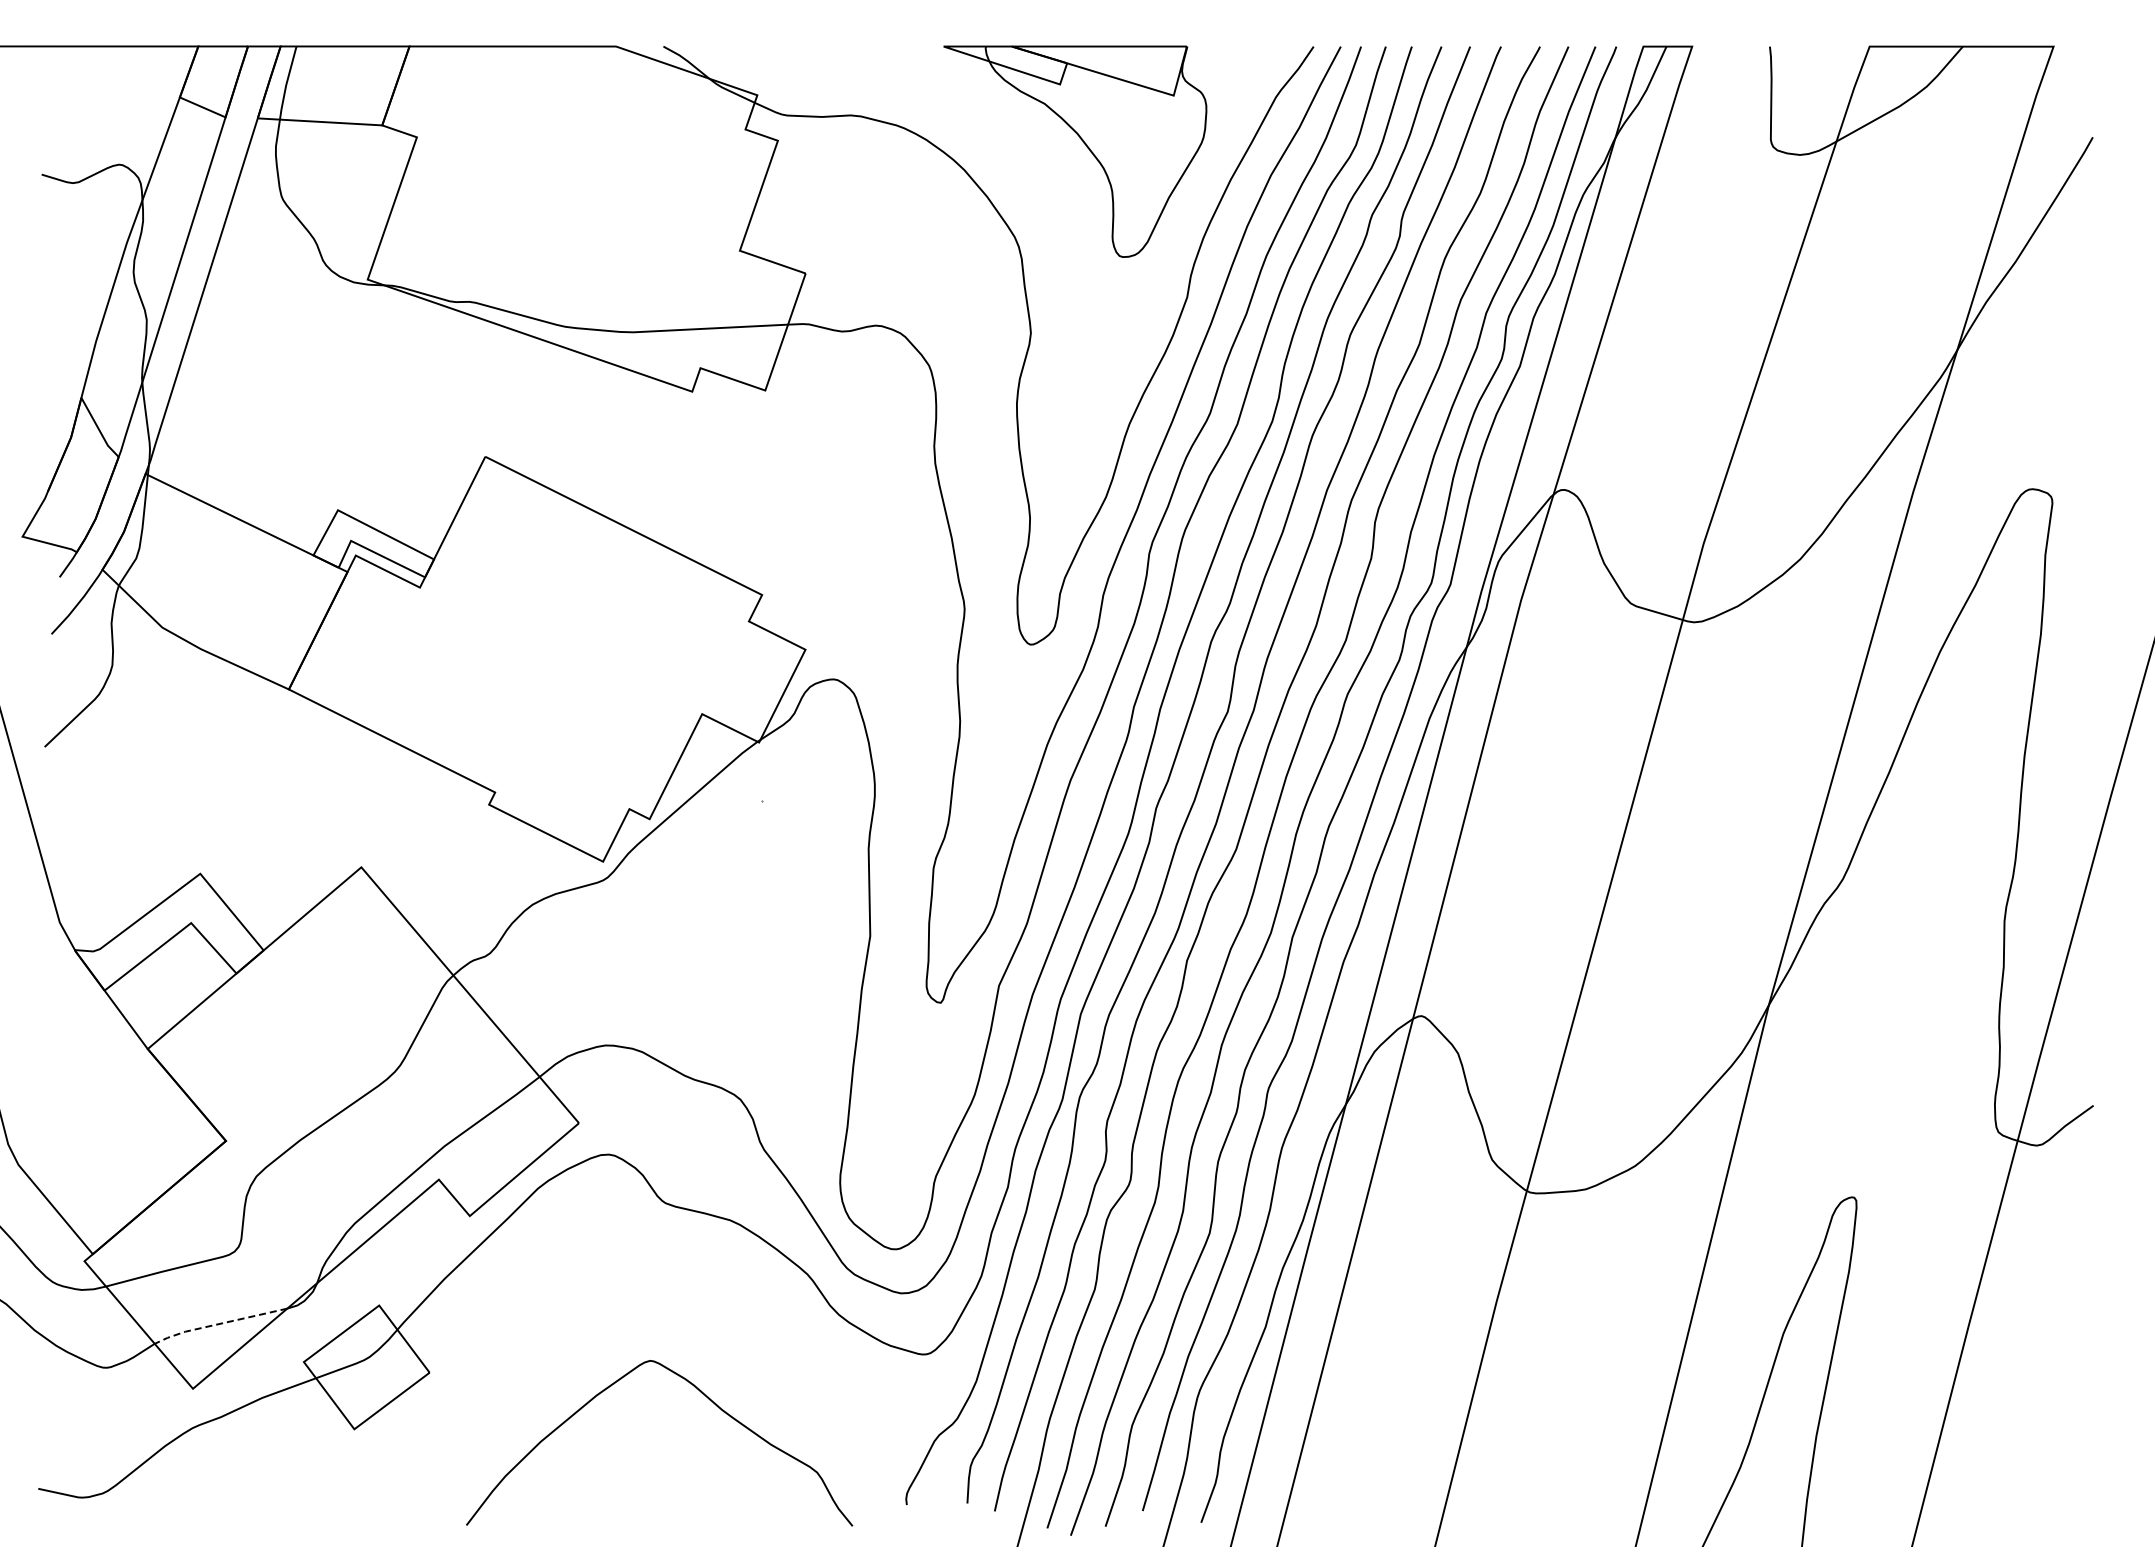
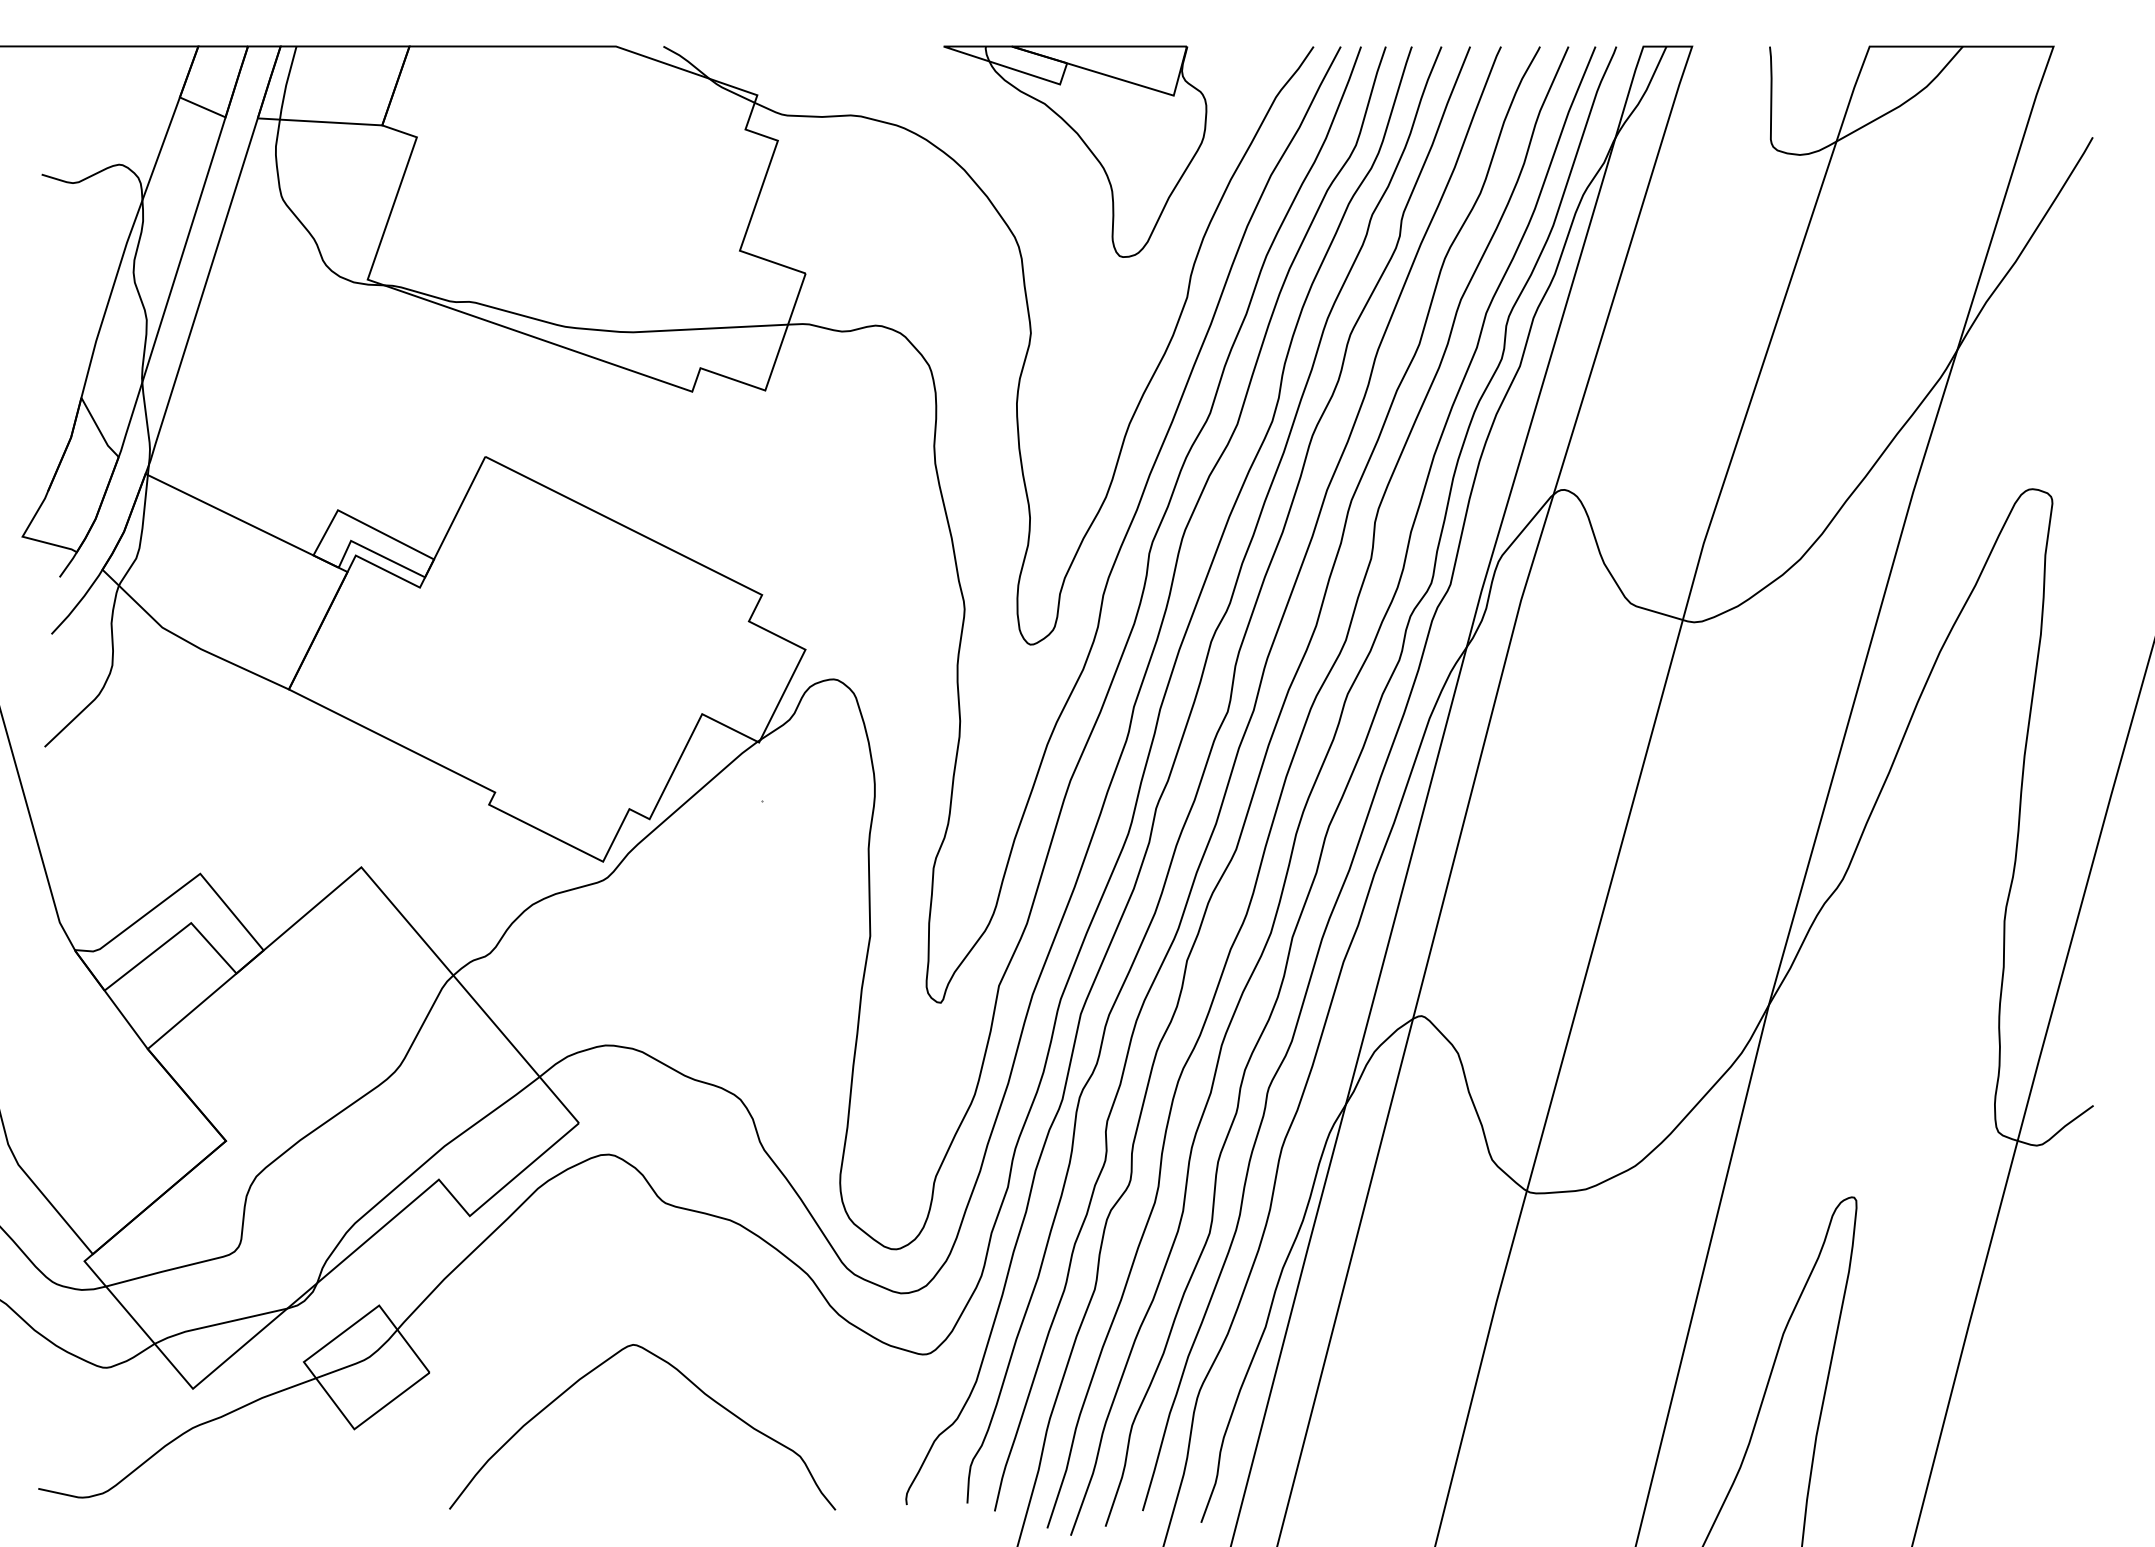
line at (218, 1324): dashed -> solid
curve at (702, 1394) position: (702, 1394) -> (685, 1378)
